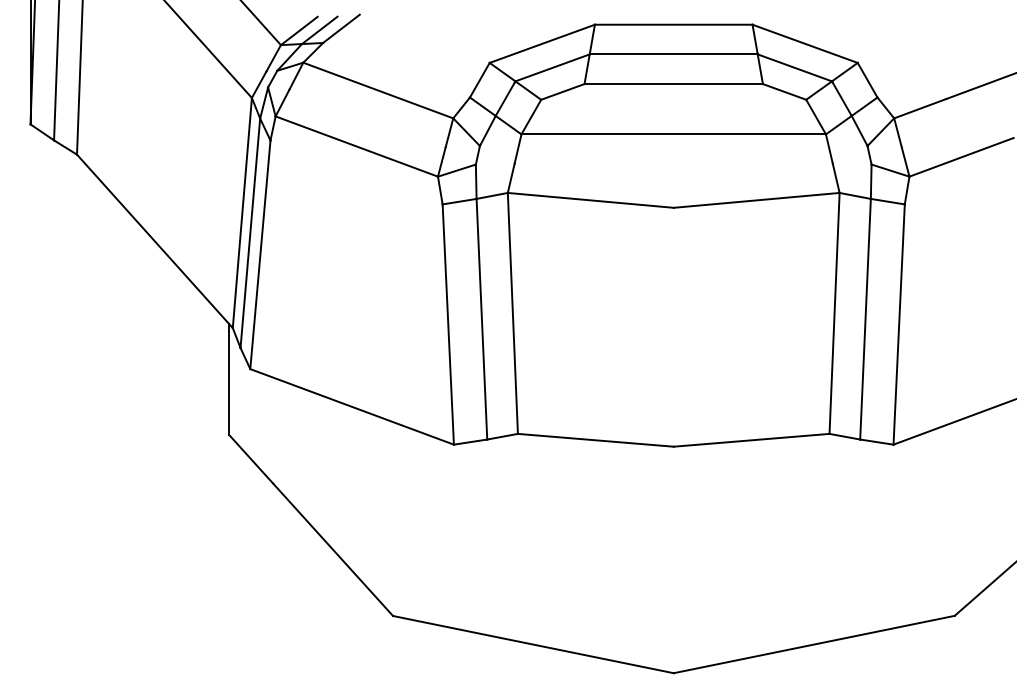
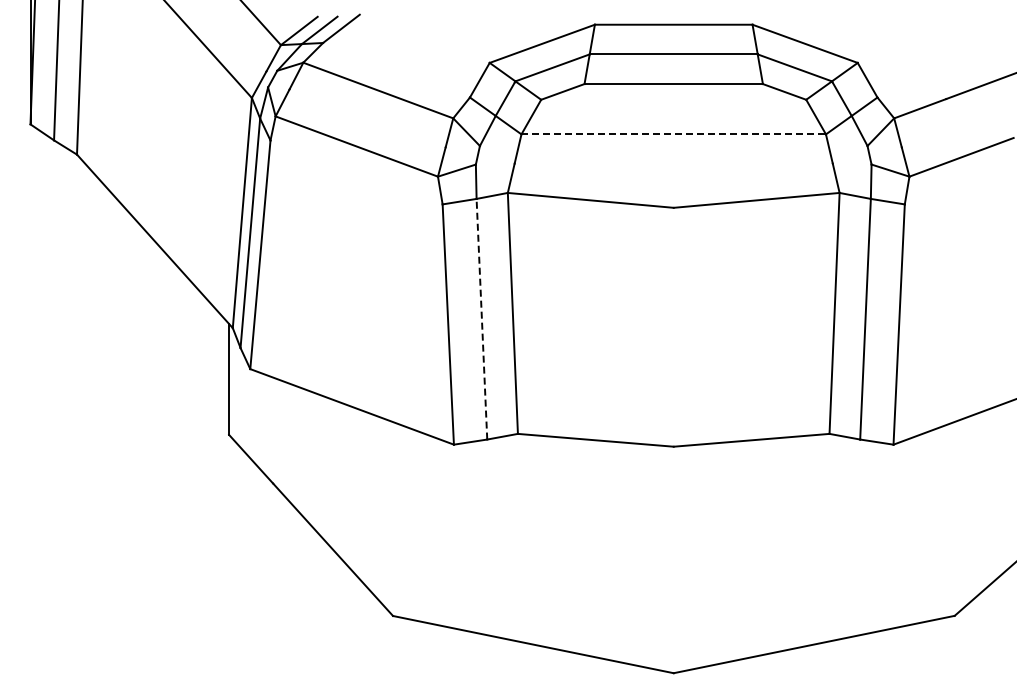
line at (674, 134): solid -> dashed
line at (481, 318): solid -> dashed
